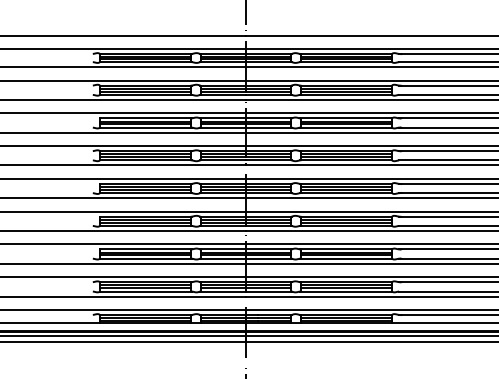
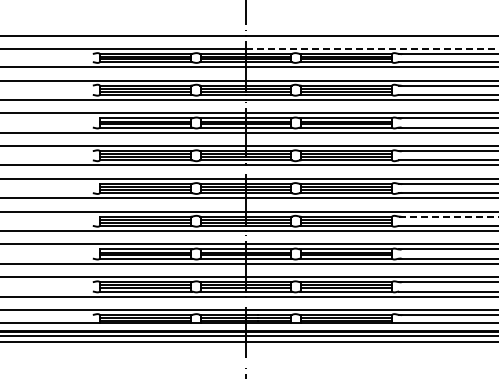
line at (372, 48): solid -> dashed
line at (449, 216): solid -> dashed
